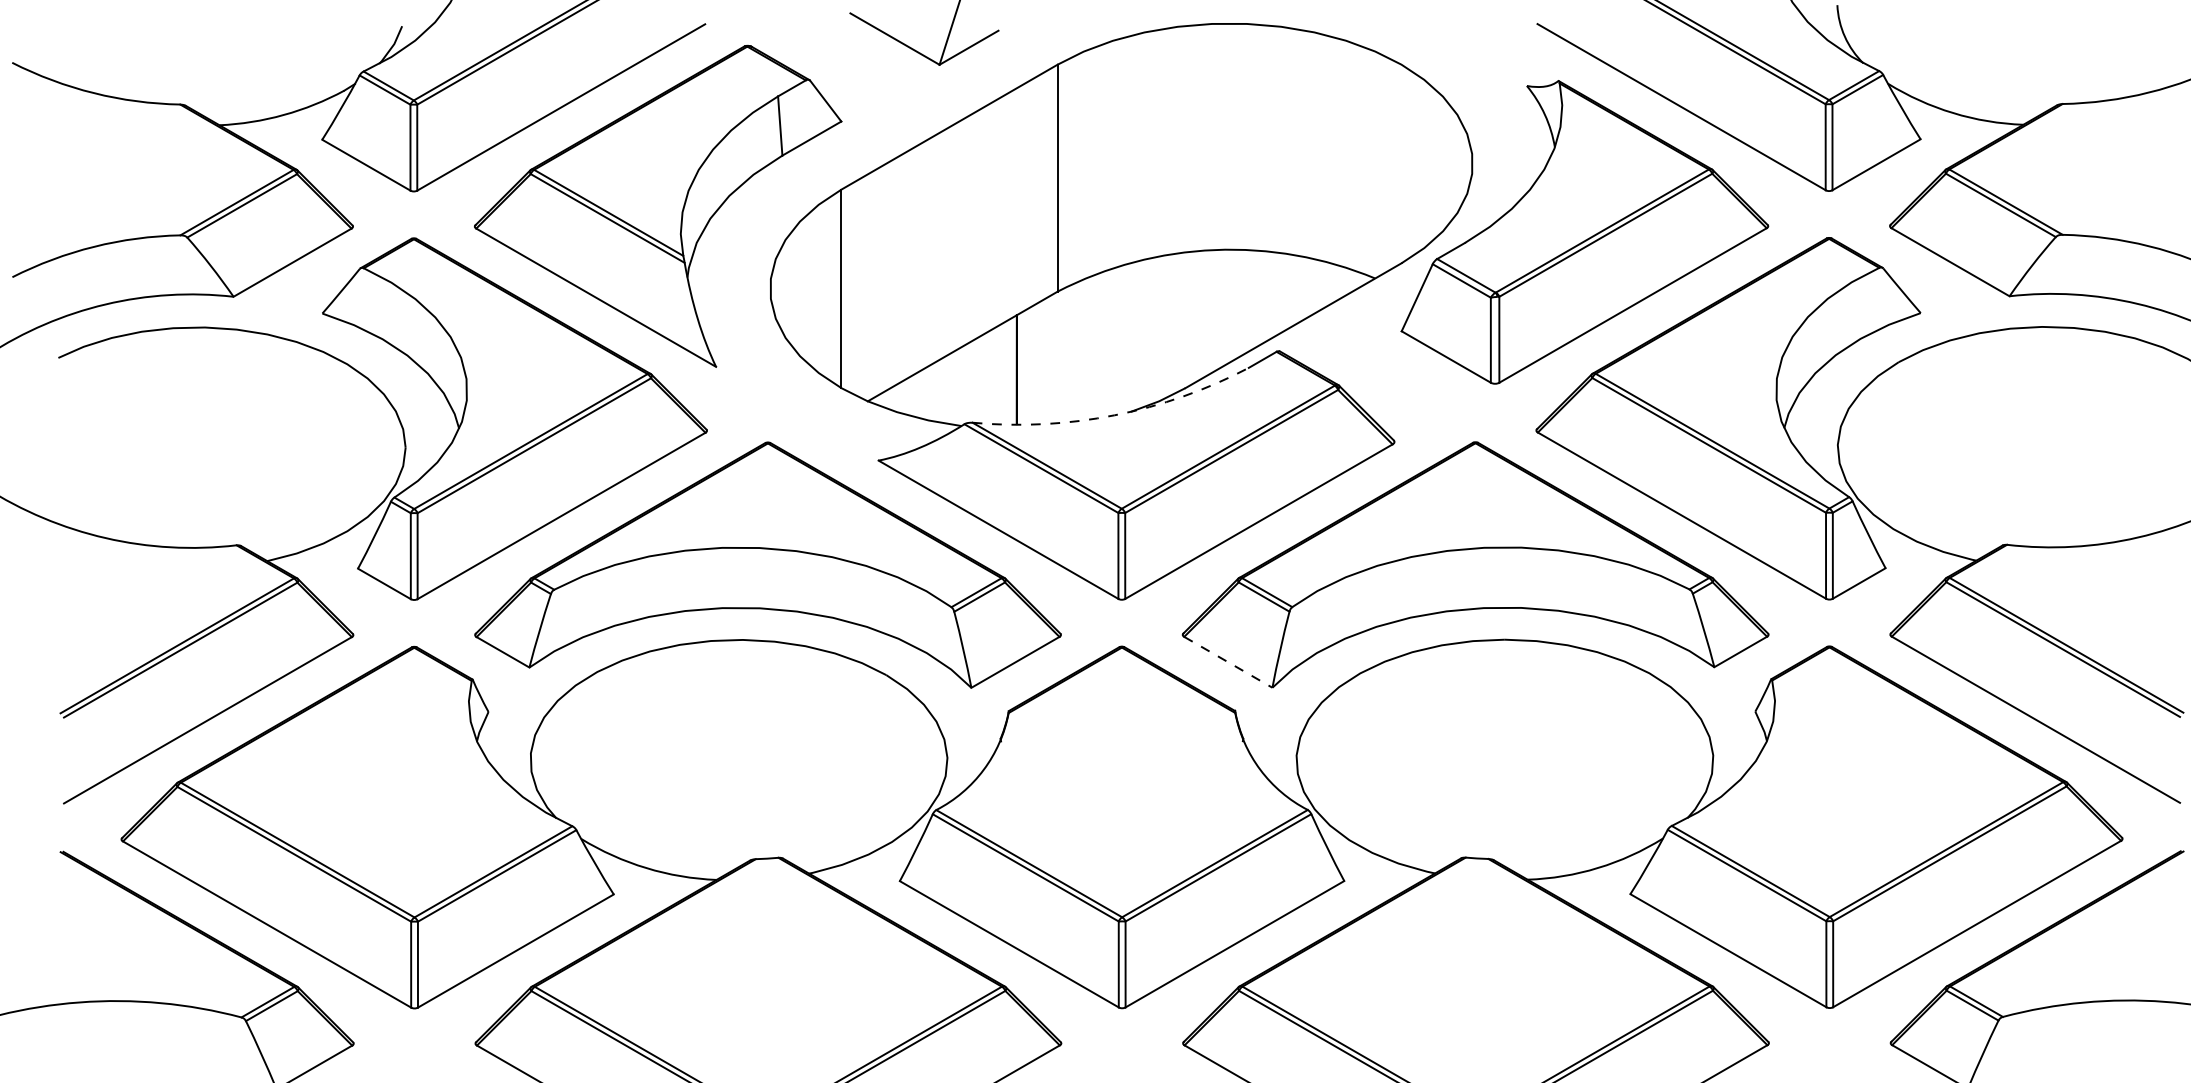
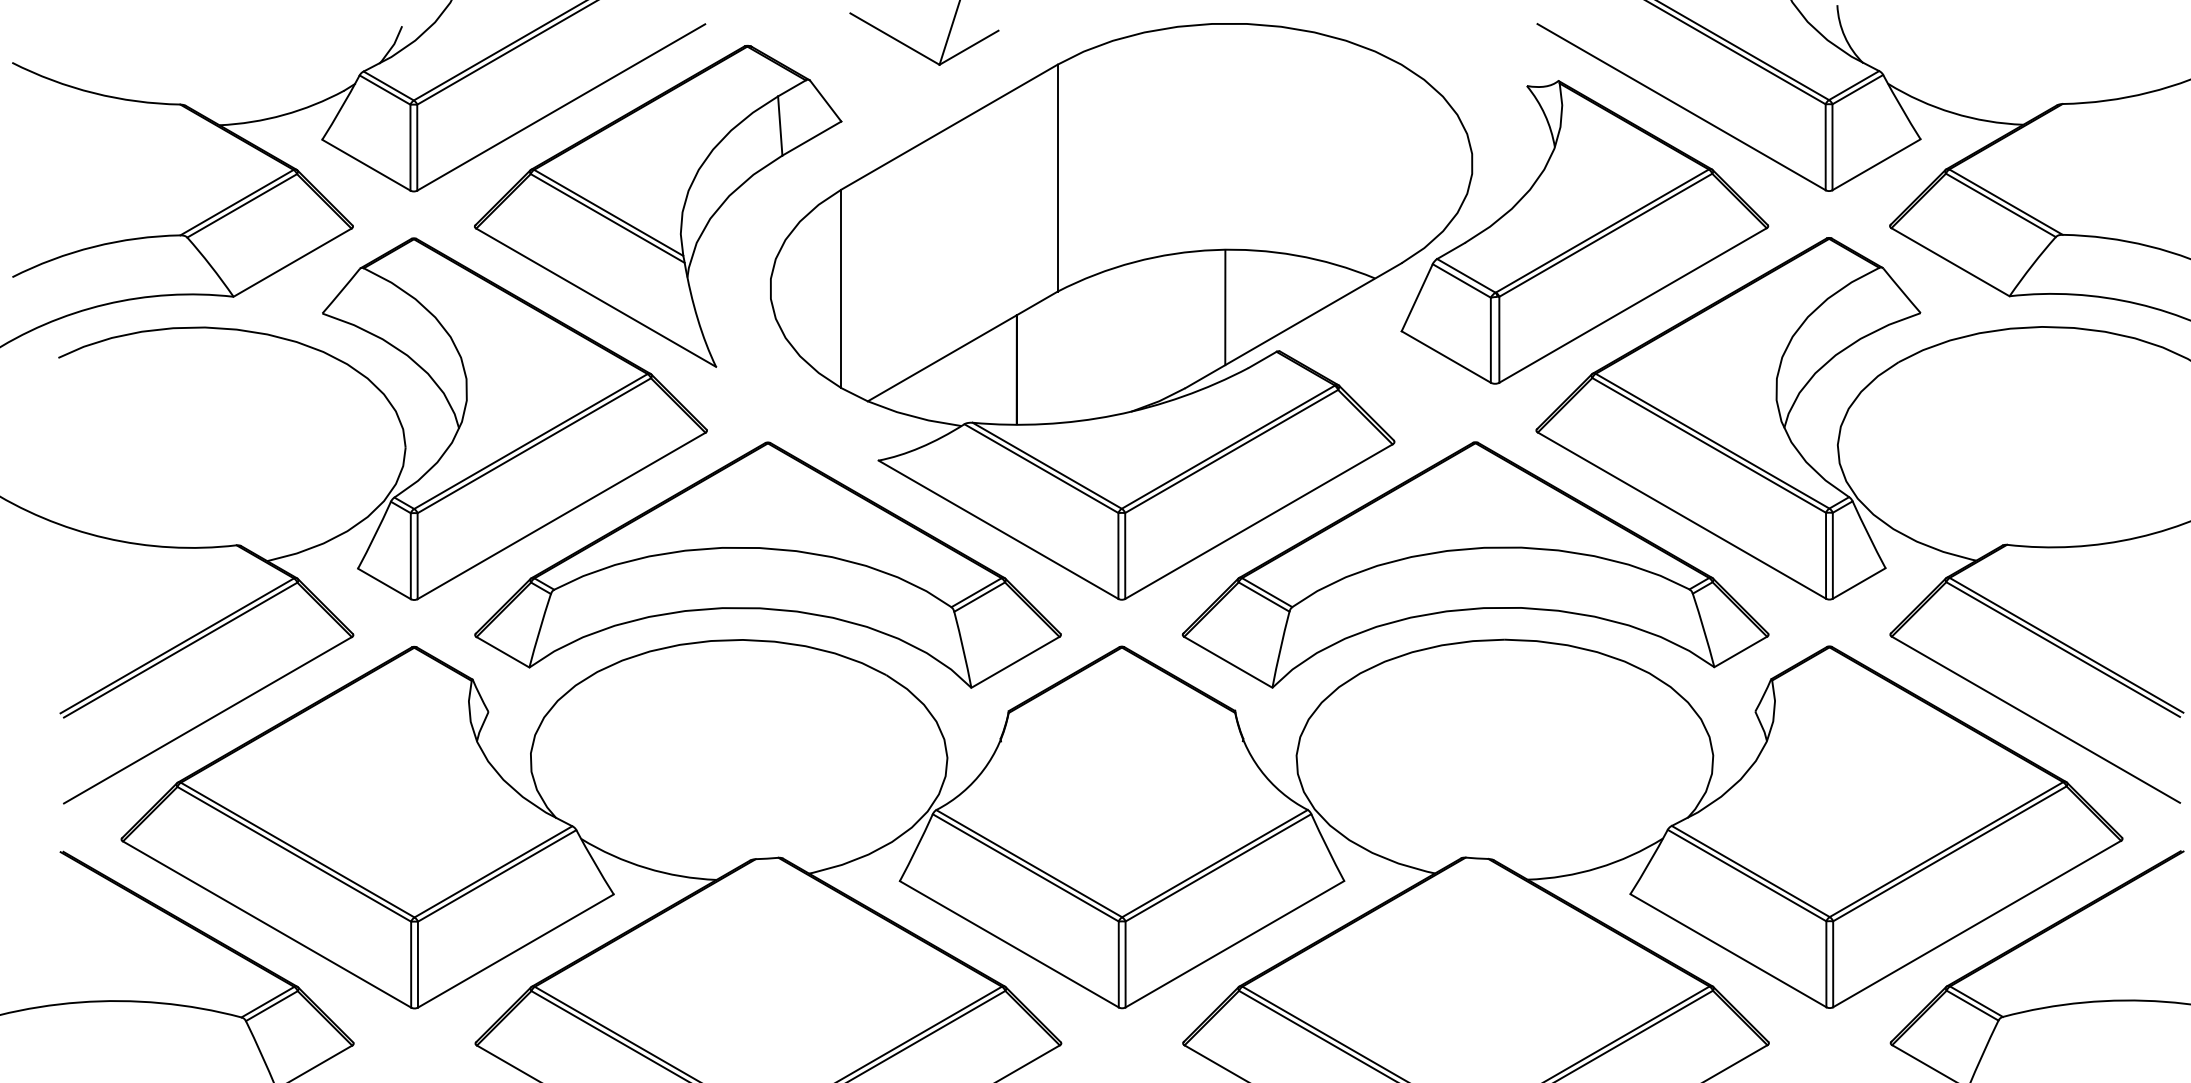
line at (1225, 307): none -> present
arc at (1114, 415): dashed -> solid
line at (1228, 662): dashed -> solid
